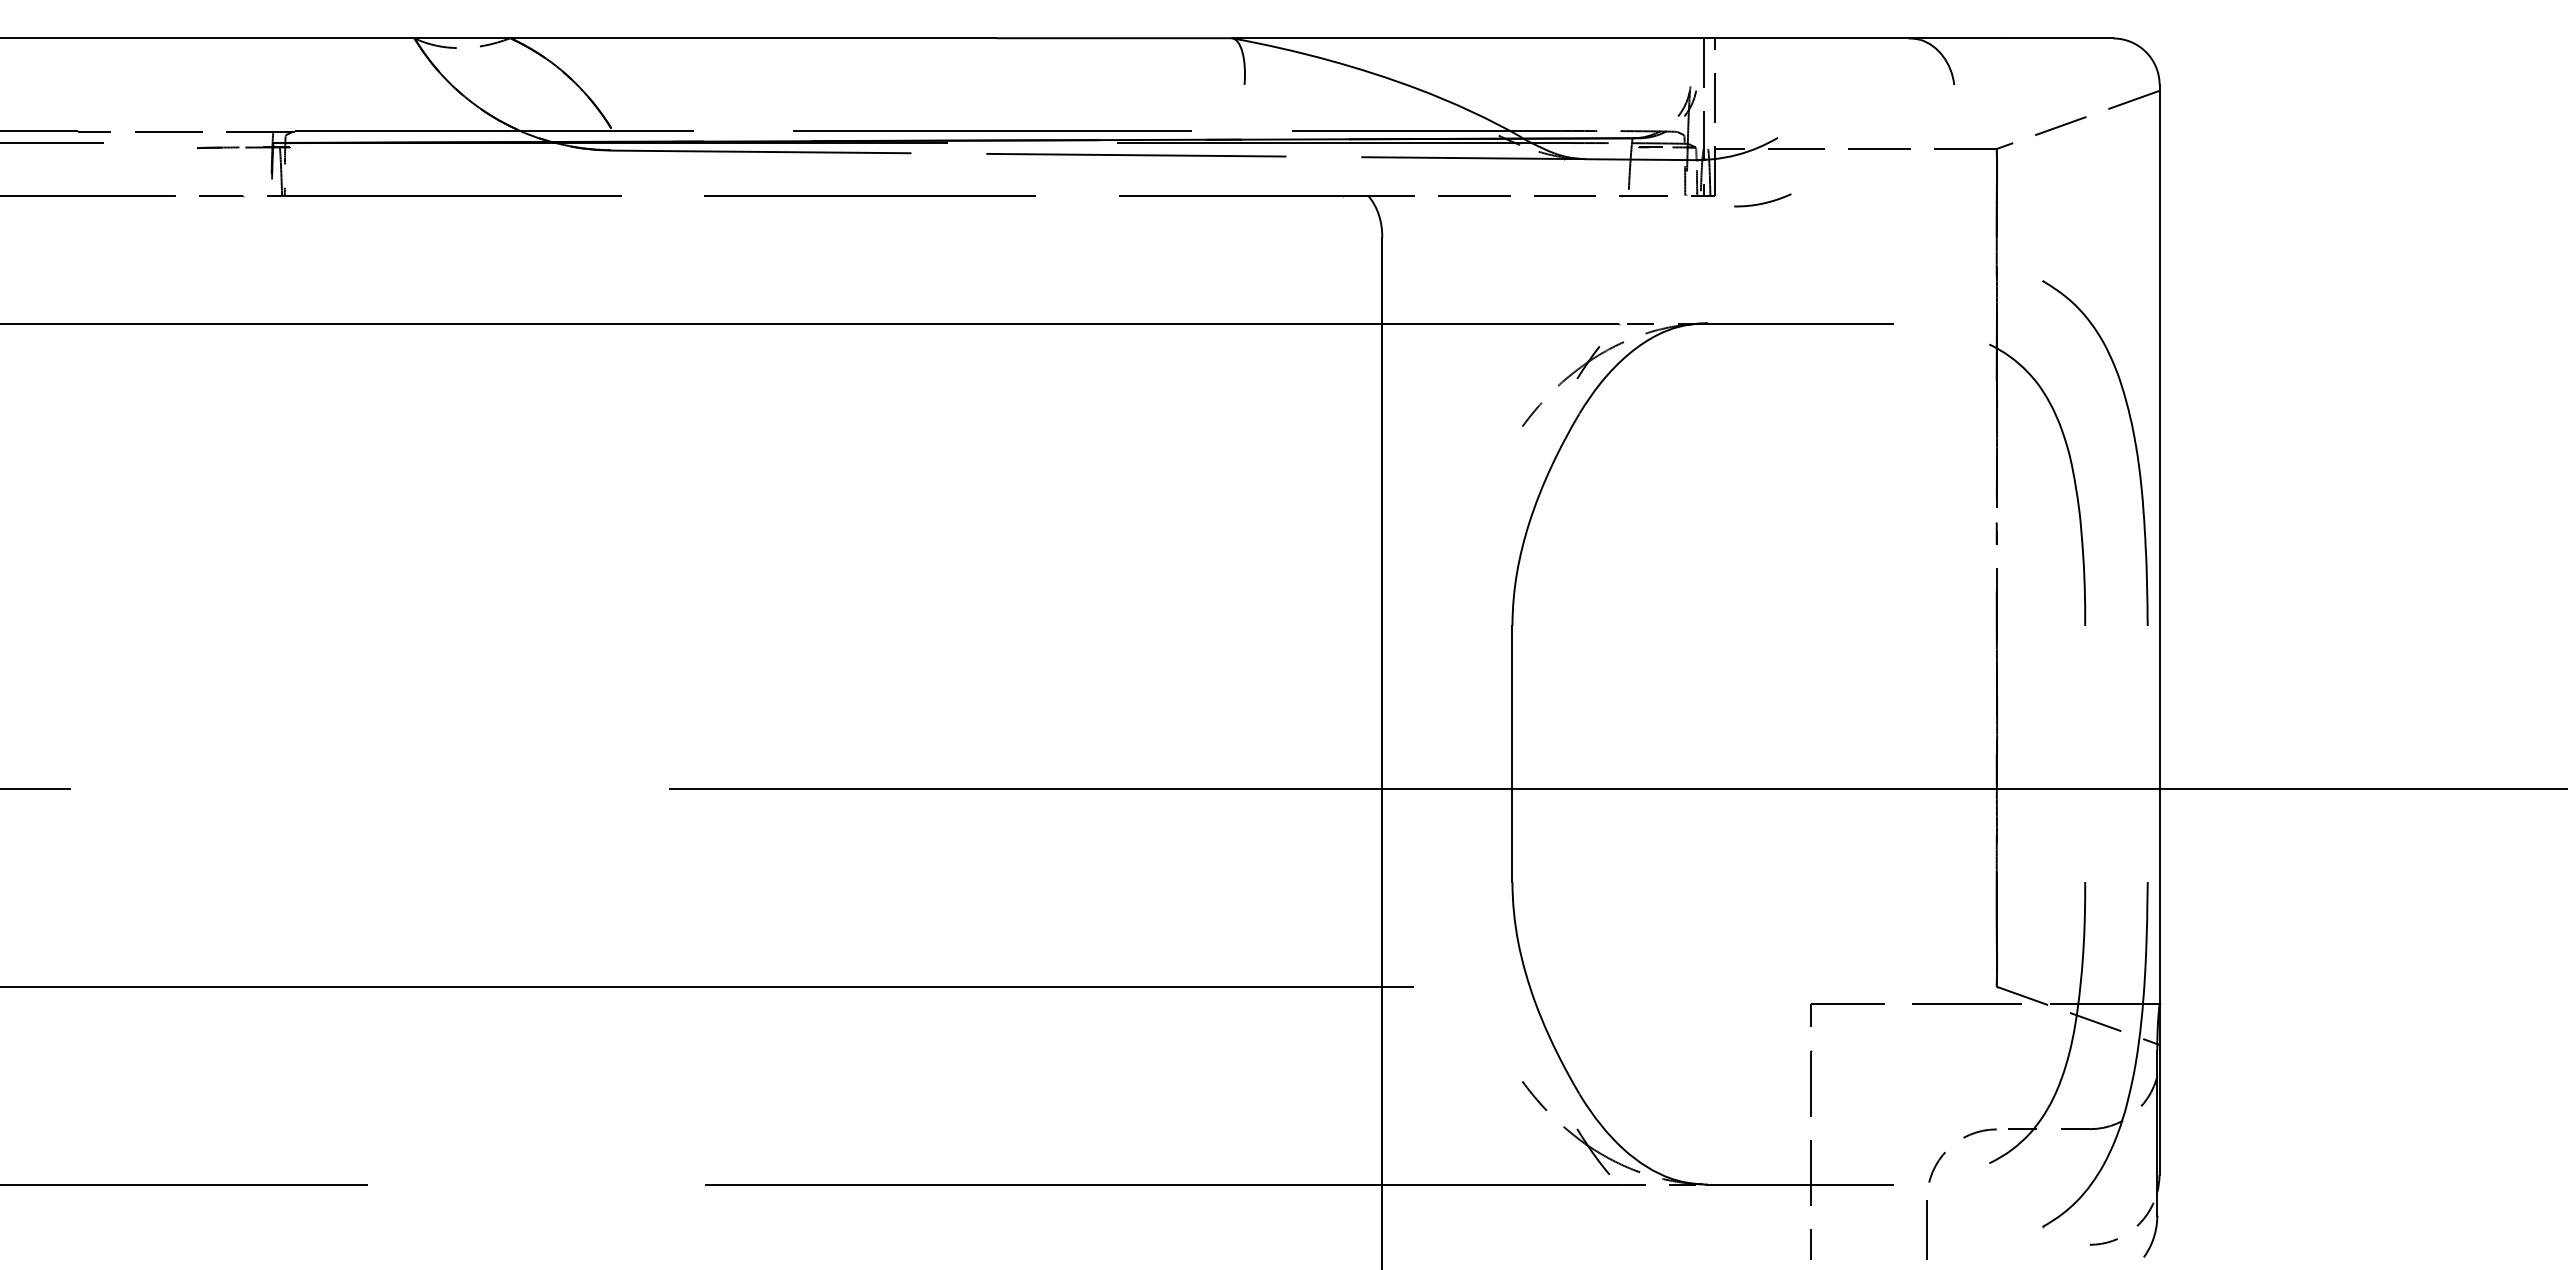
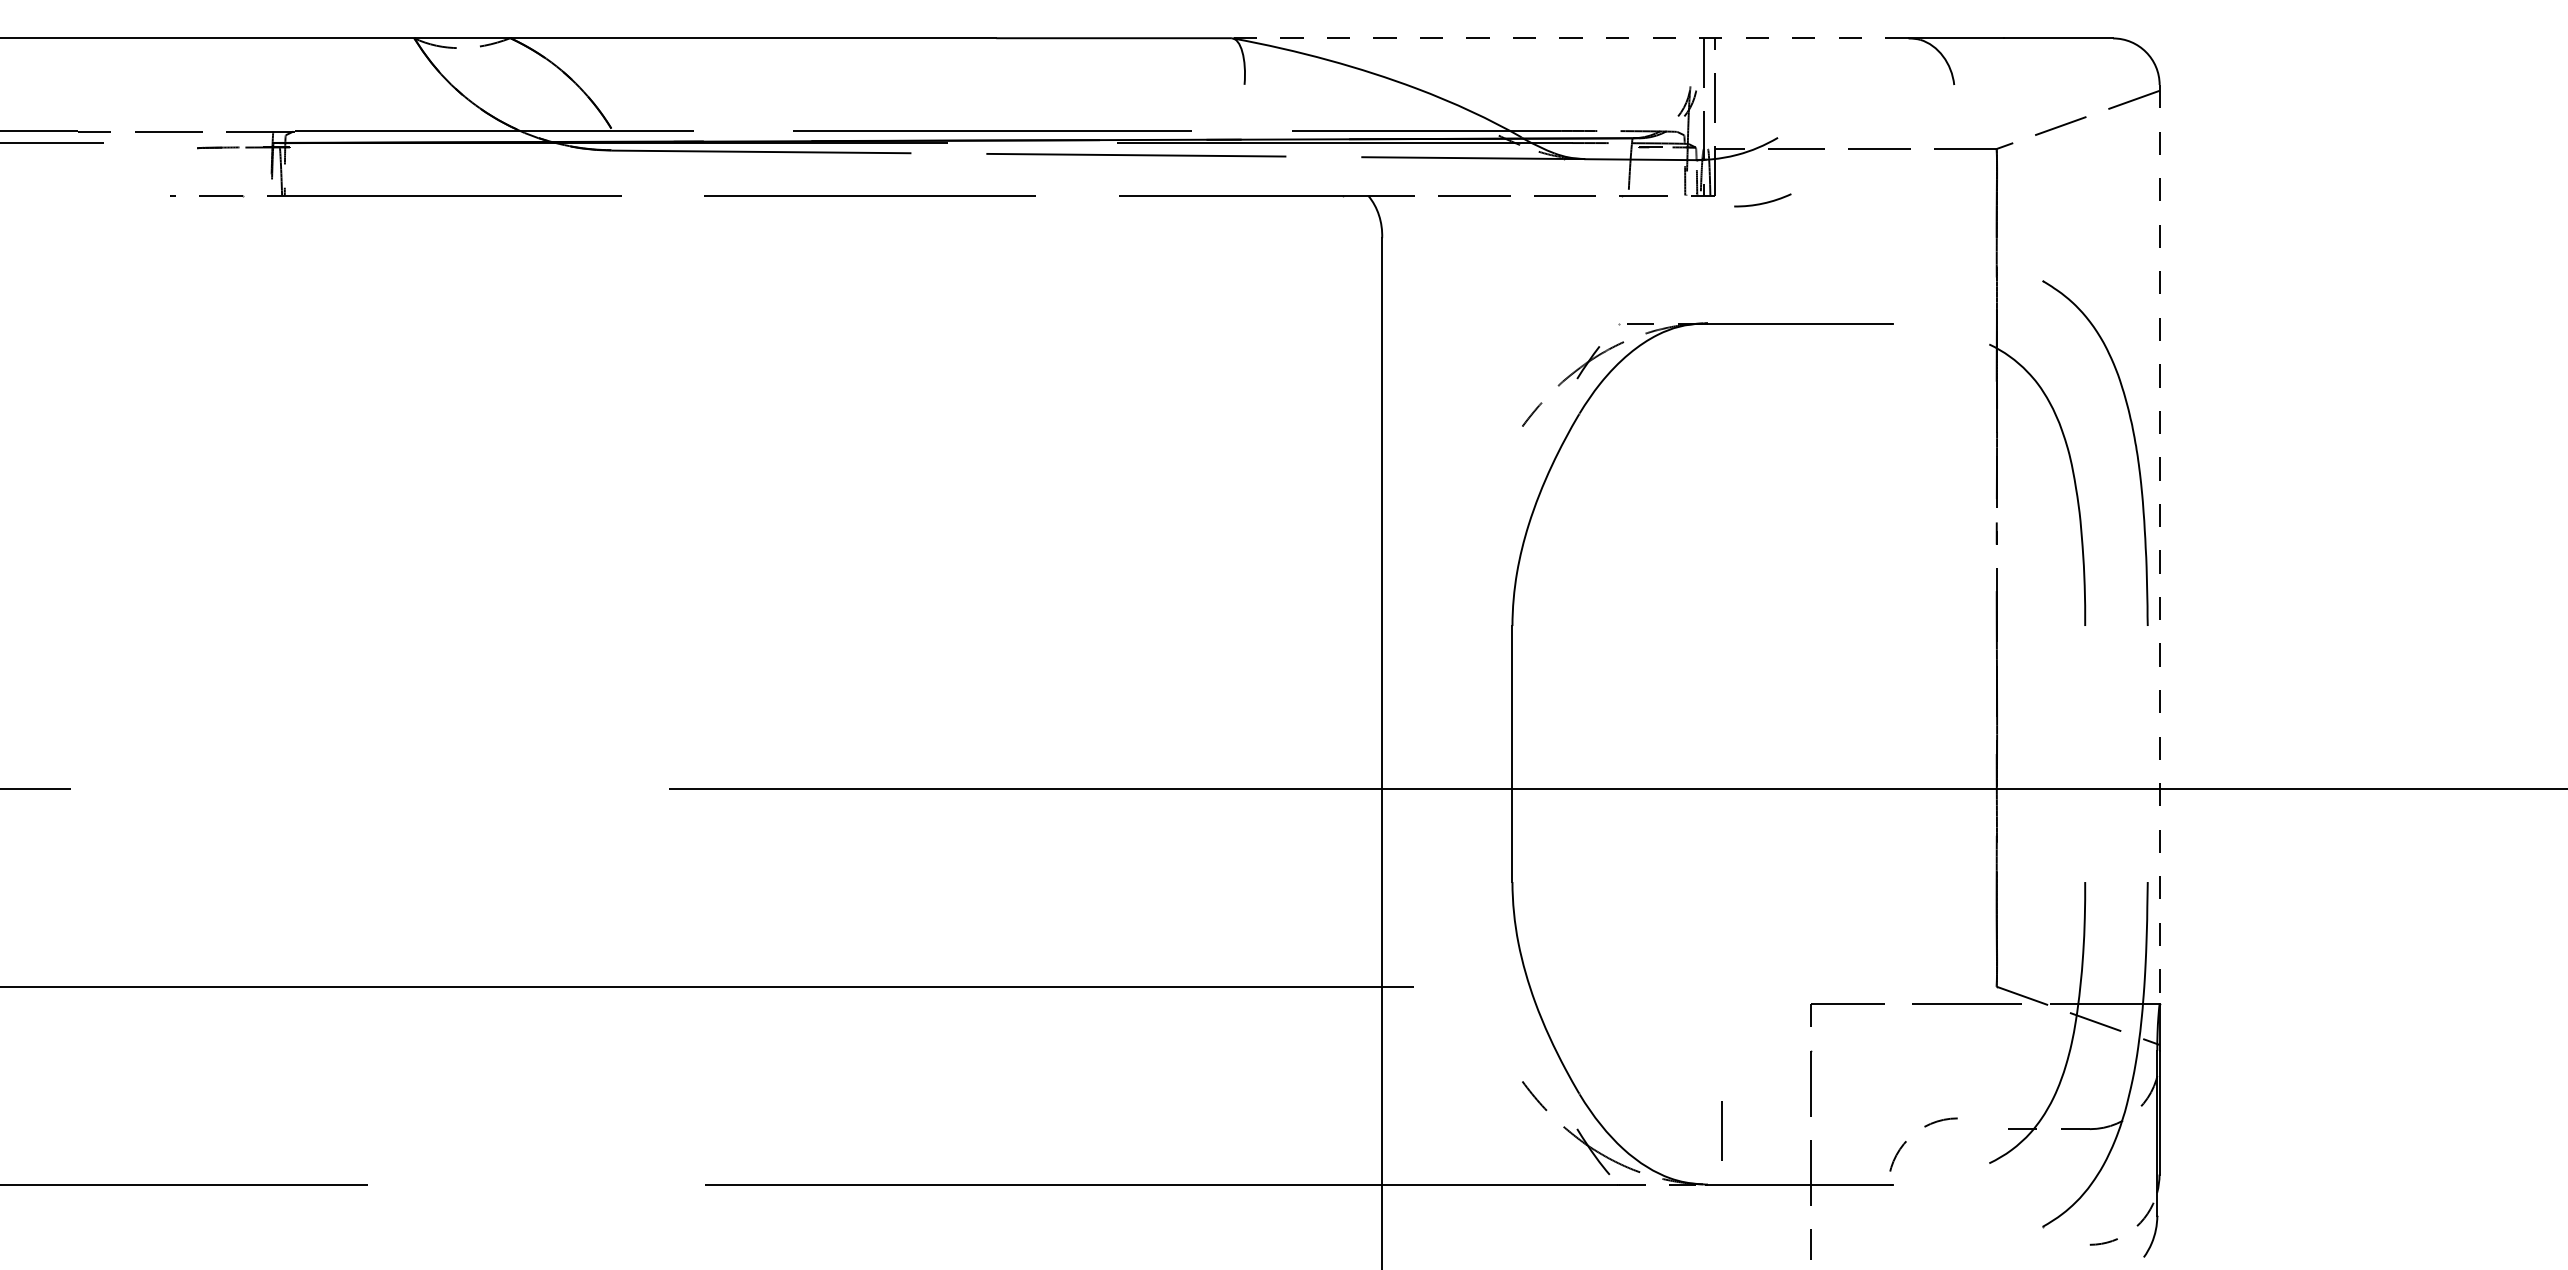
line at (1569, 38): solid -> dashed
line at (86, 195): present -> none
line at (810, 323): present -> none
line at (2159, 544): solid -> dashed
curve at (1963, 1138) position: (1963, 1138) -> (1924, 1127)
line at (1926, 1229) position: (1926, 1229) -> (1721, 1130)
